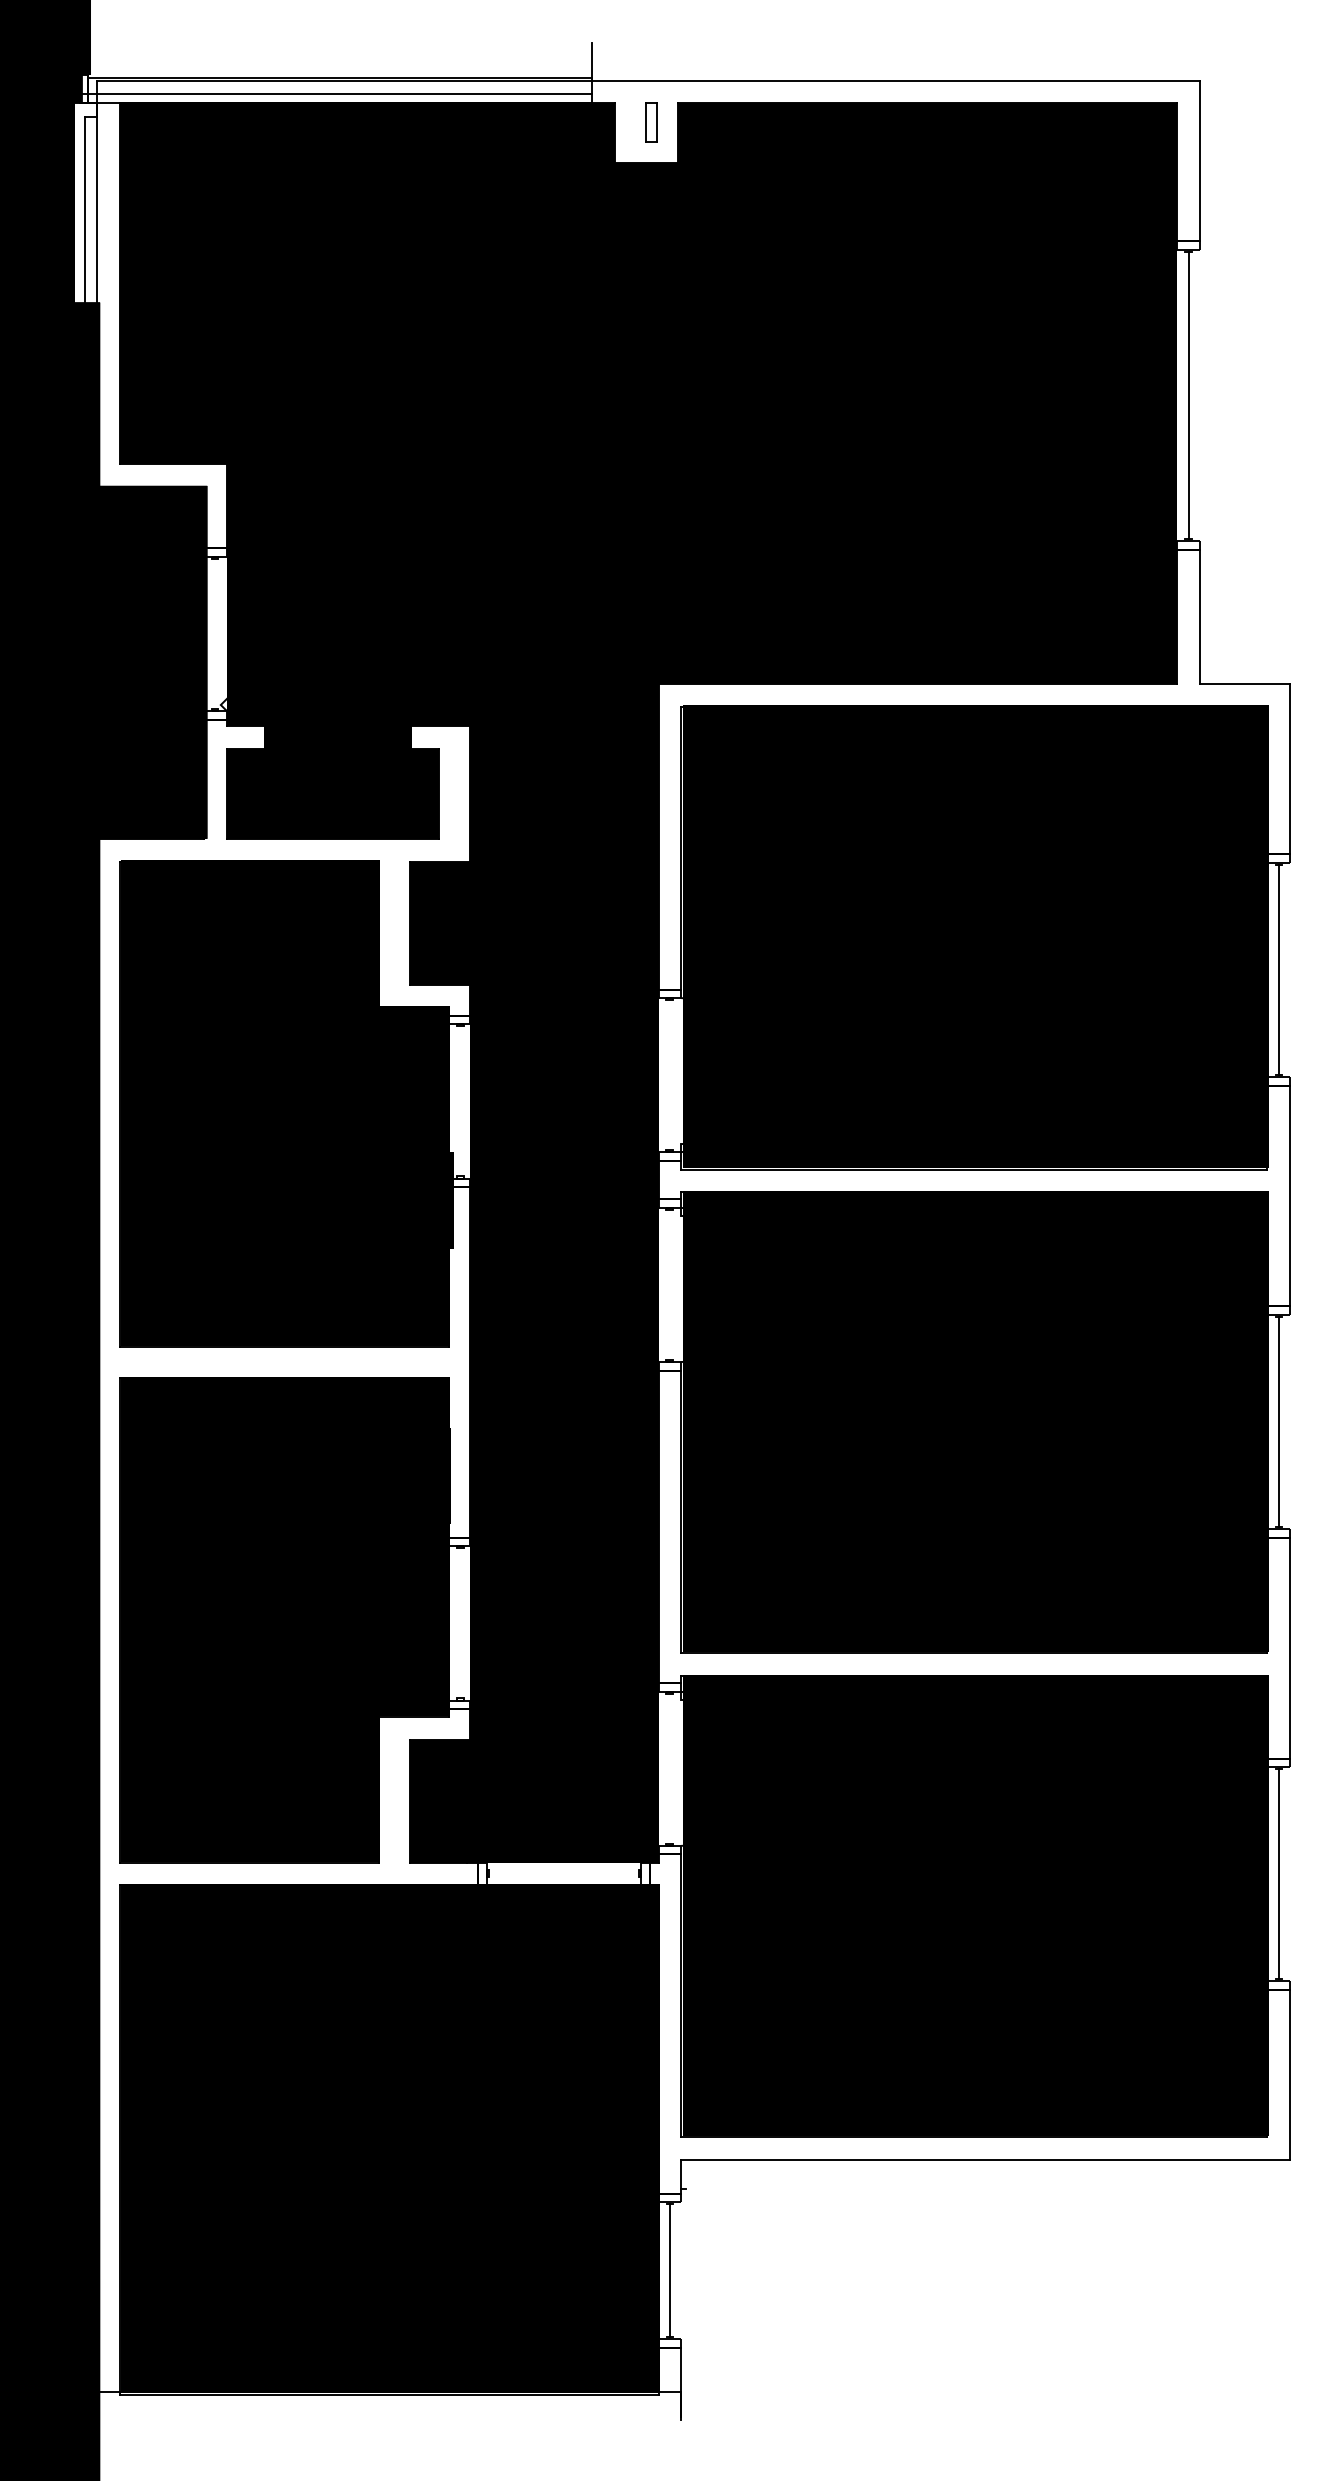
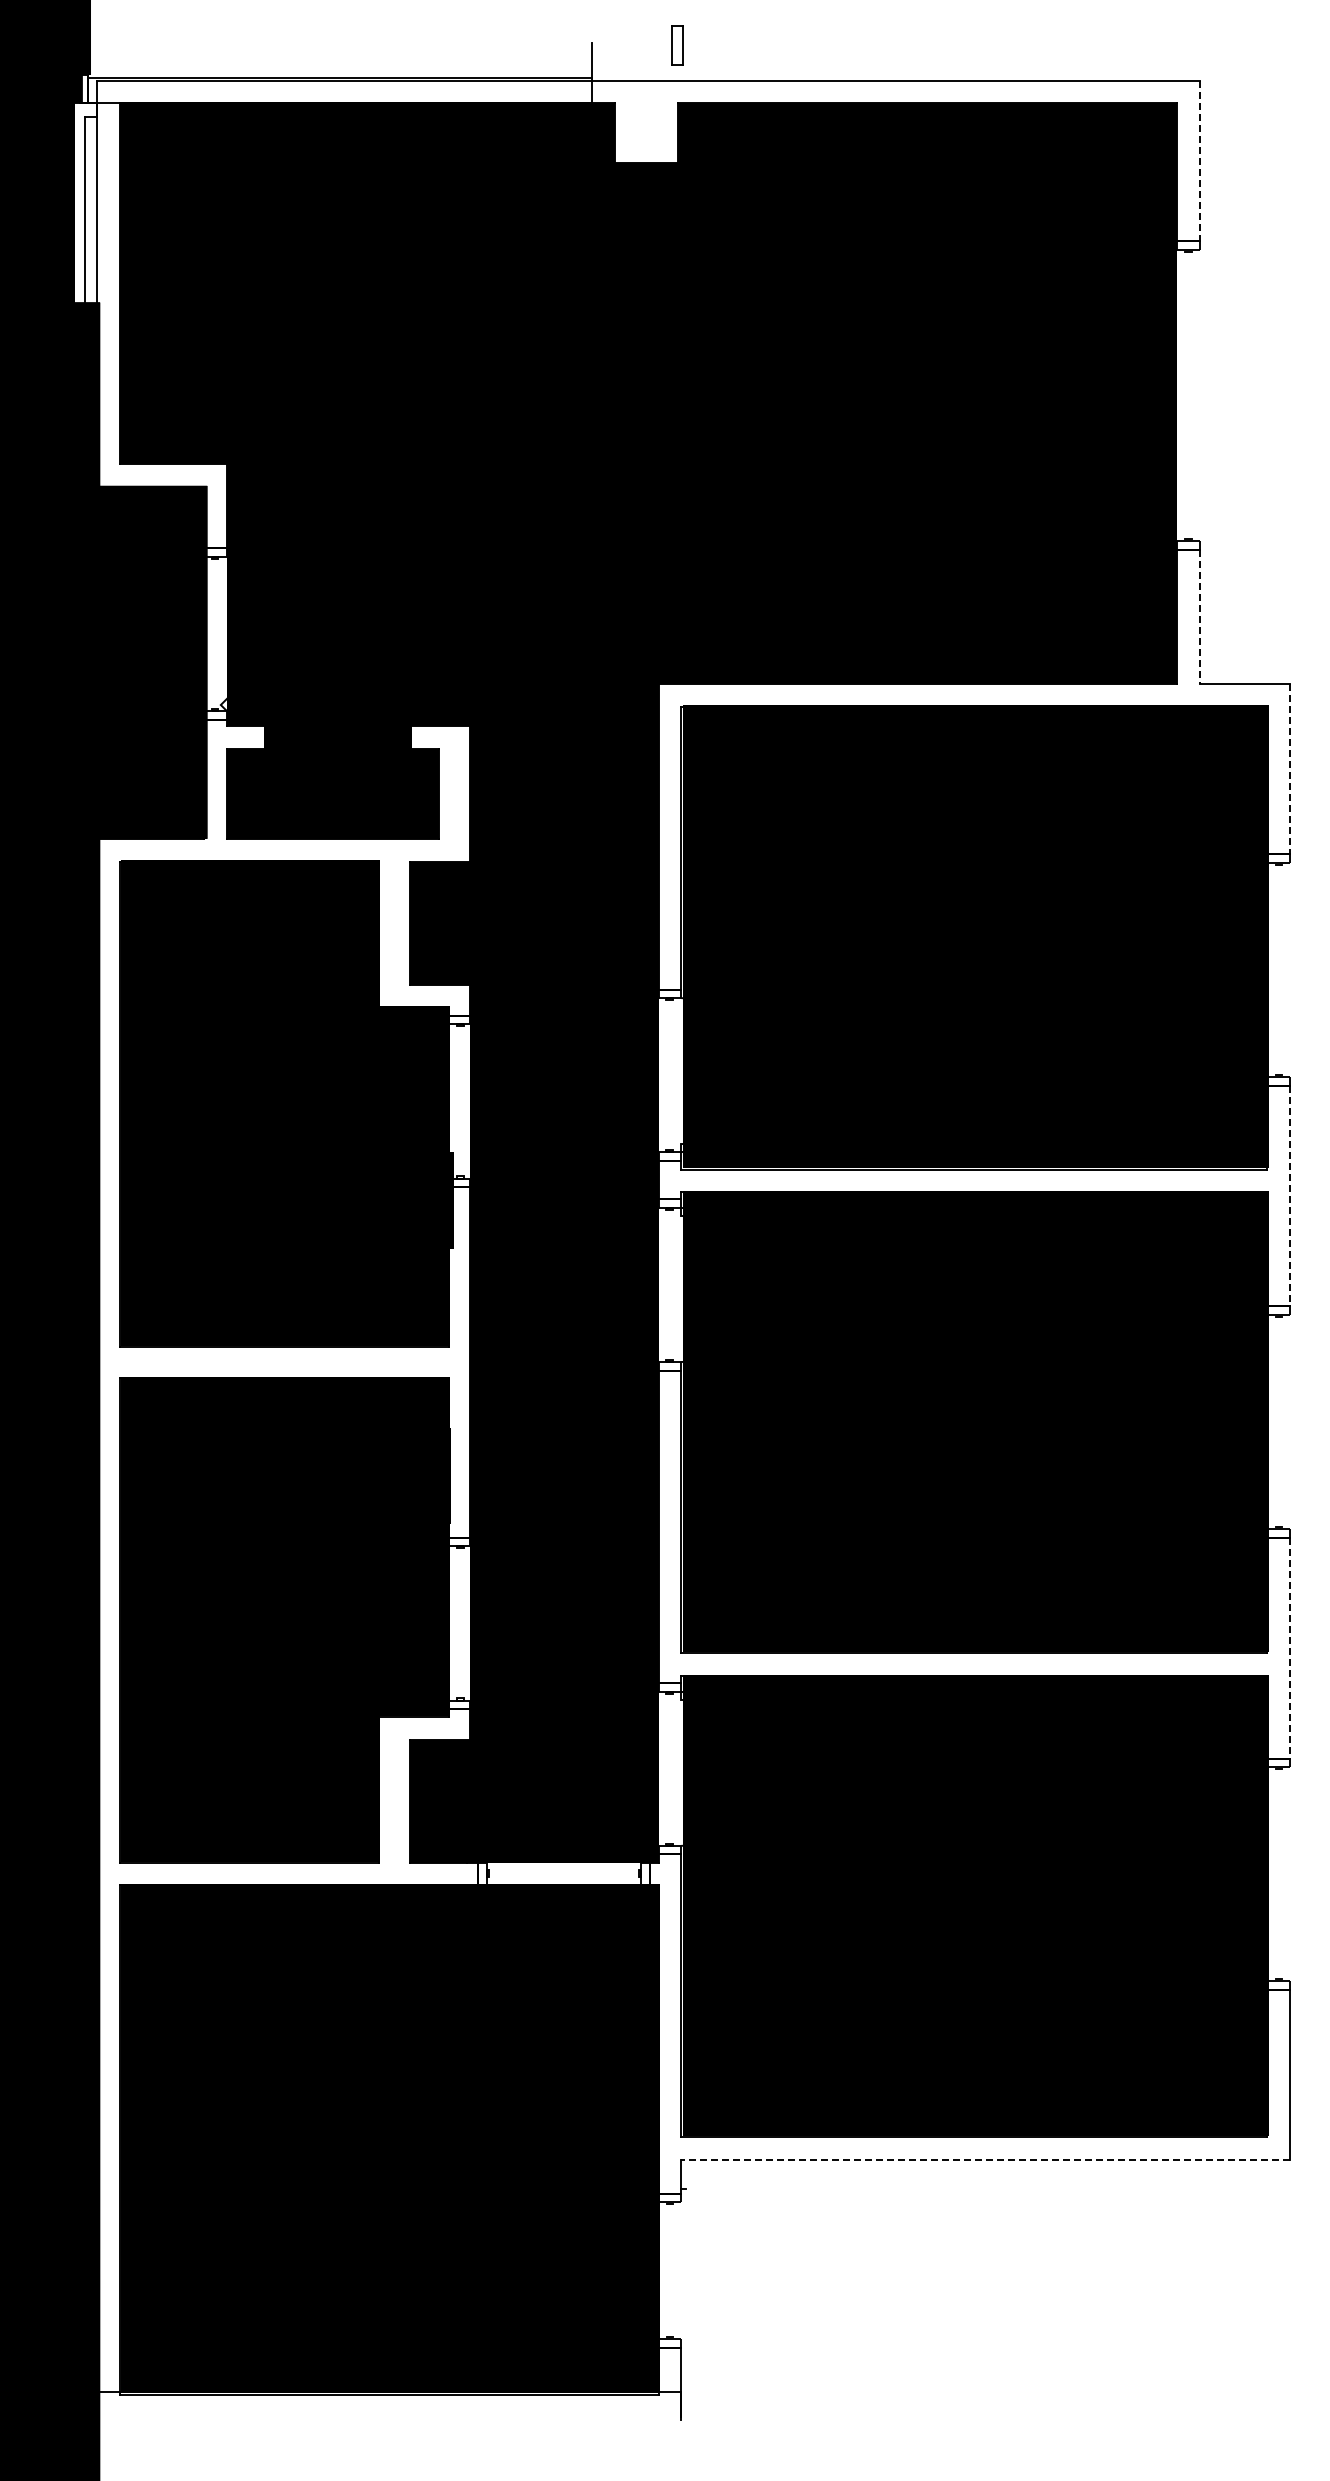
line at (296, 94): present -> none
part at (651, 122) position: (651, 122) -> (677, 45)
line at (1199, 161): solid -> dashed
line at (1188, 394): present -> none
line at (1199, 617): solid -> dashed
line at (1289, 769): solid -> dashed
line at (1278, 969): present -> none
line at (1289, 1196): solid -> dashed
line at (1278, 1421): present -> none
line at (1289, 1648): solid -> dashed
line at (1278, 1874): present -> none
line at (985, 2159): solid -> dashed
line at (670, 2270): present -> none
